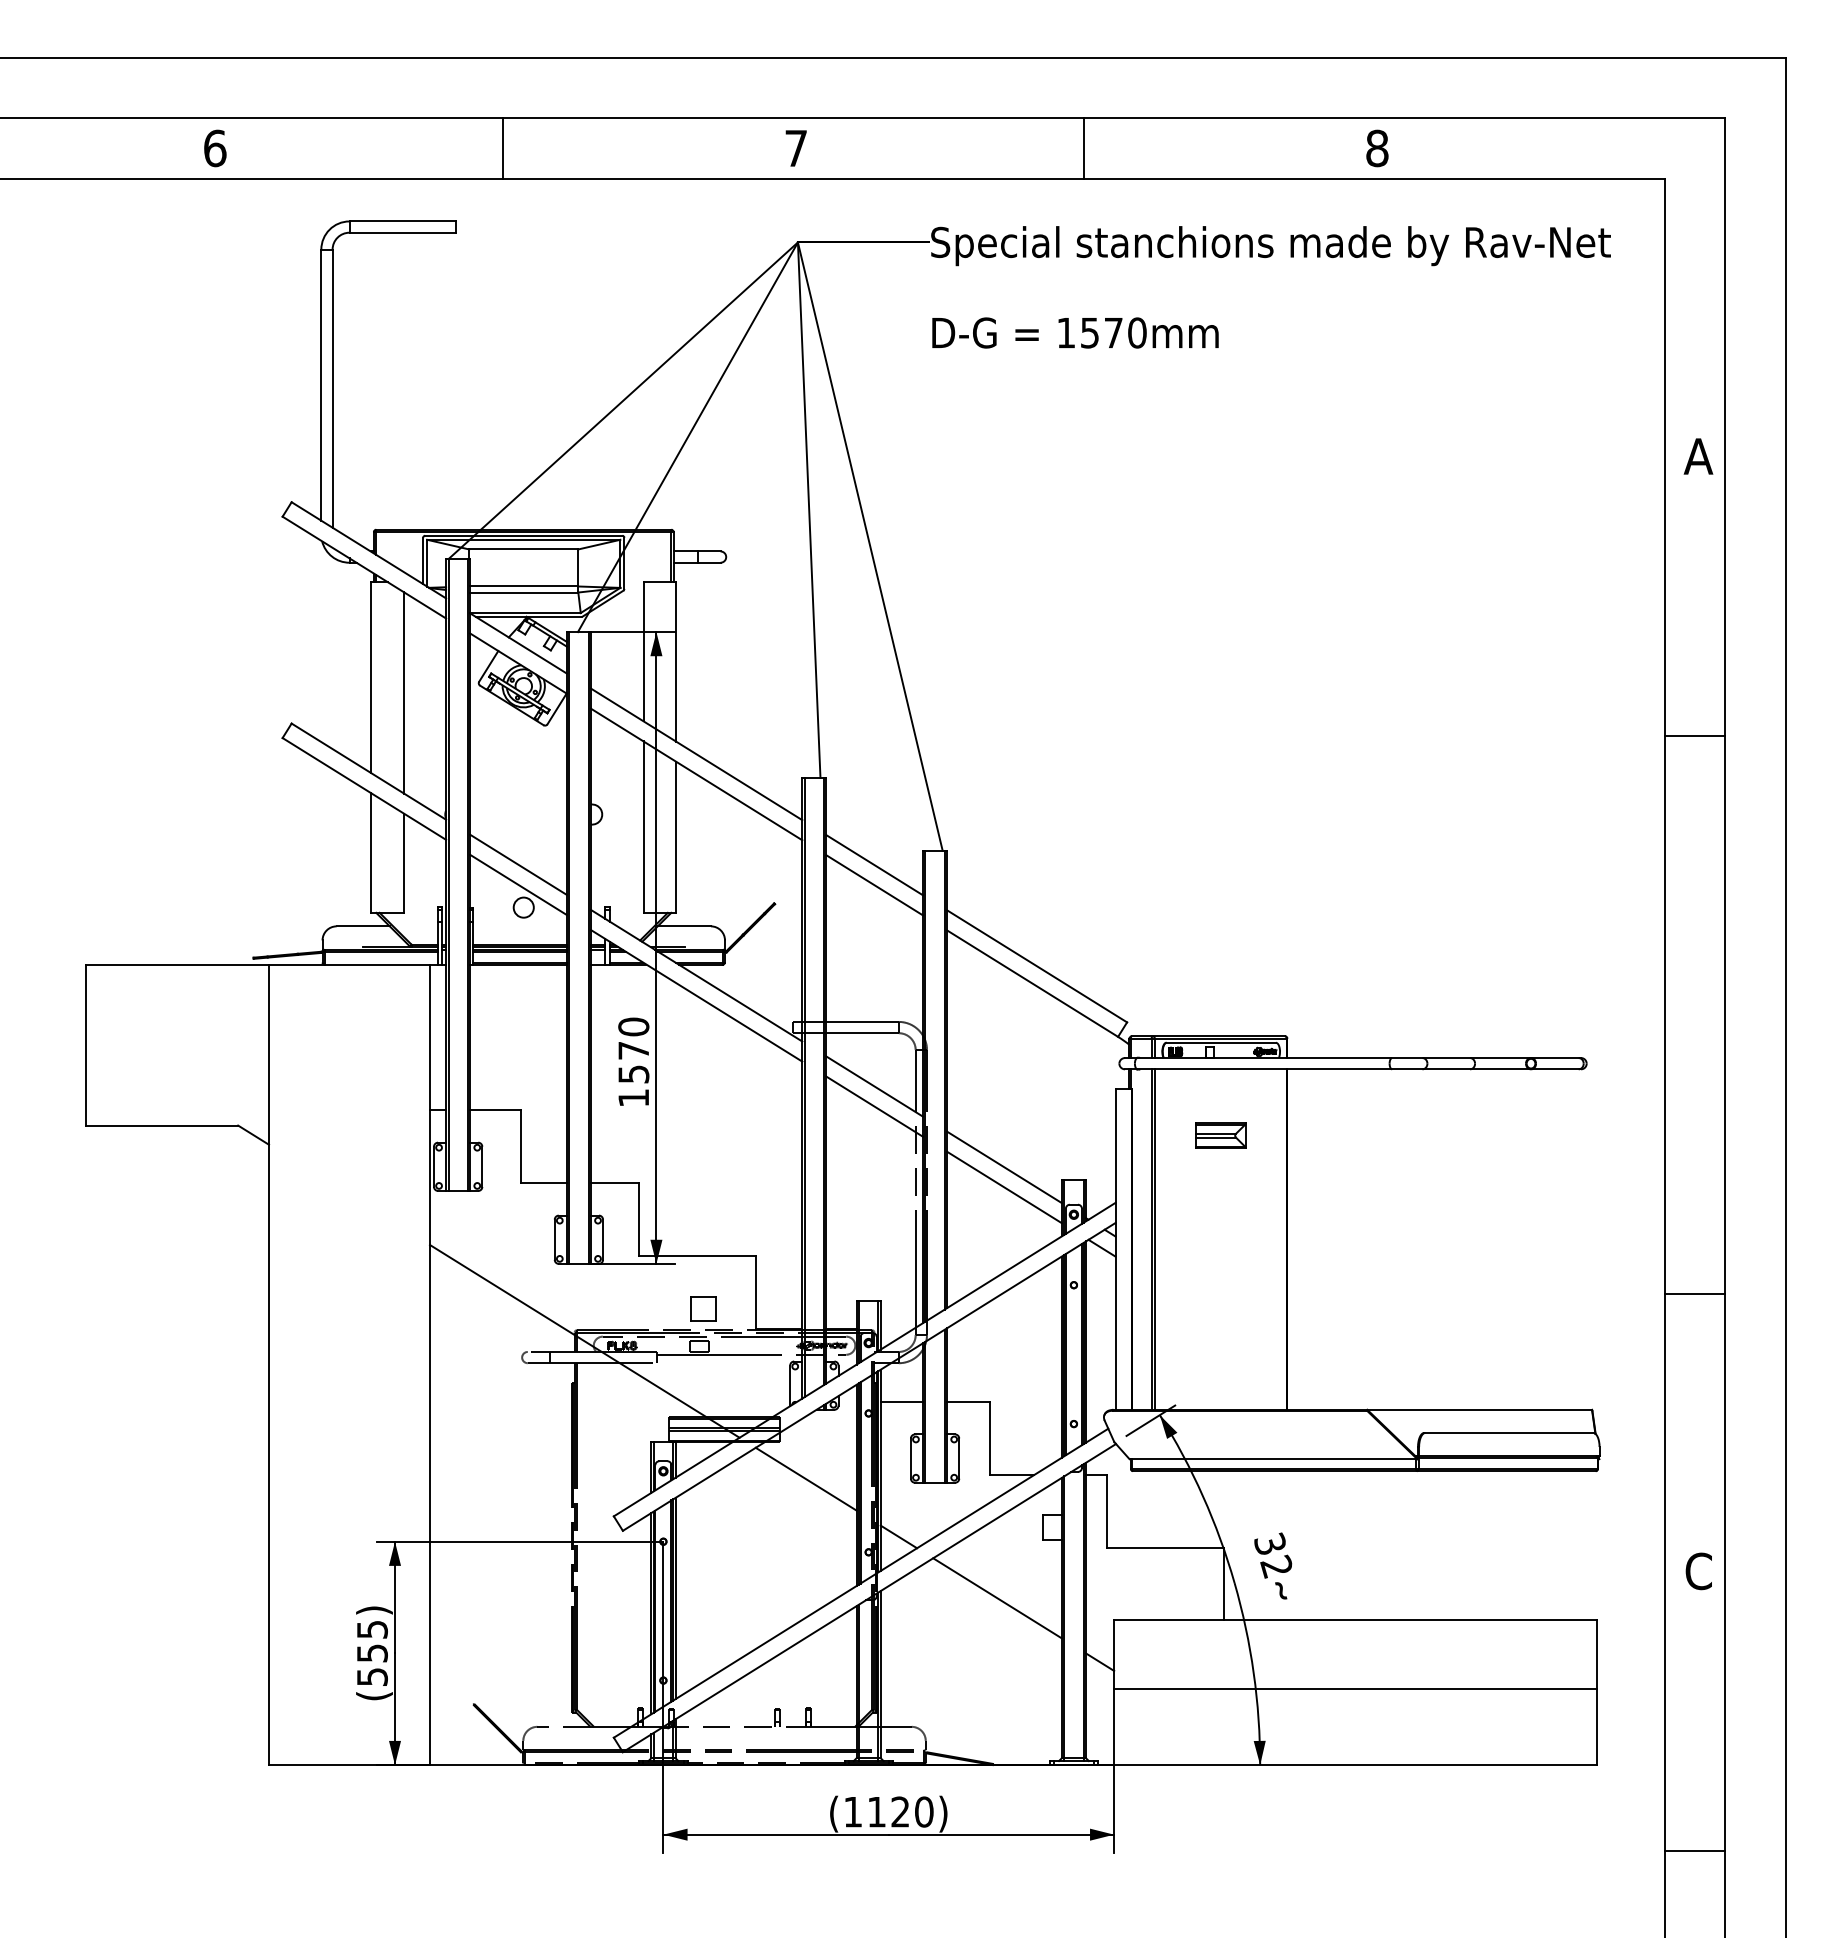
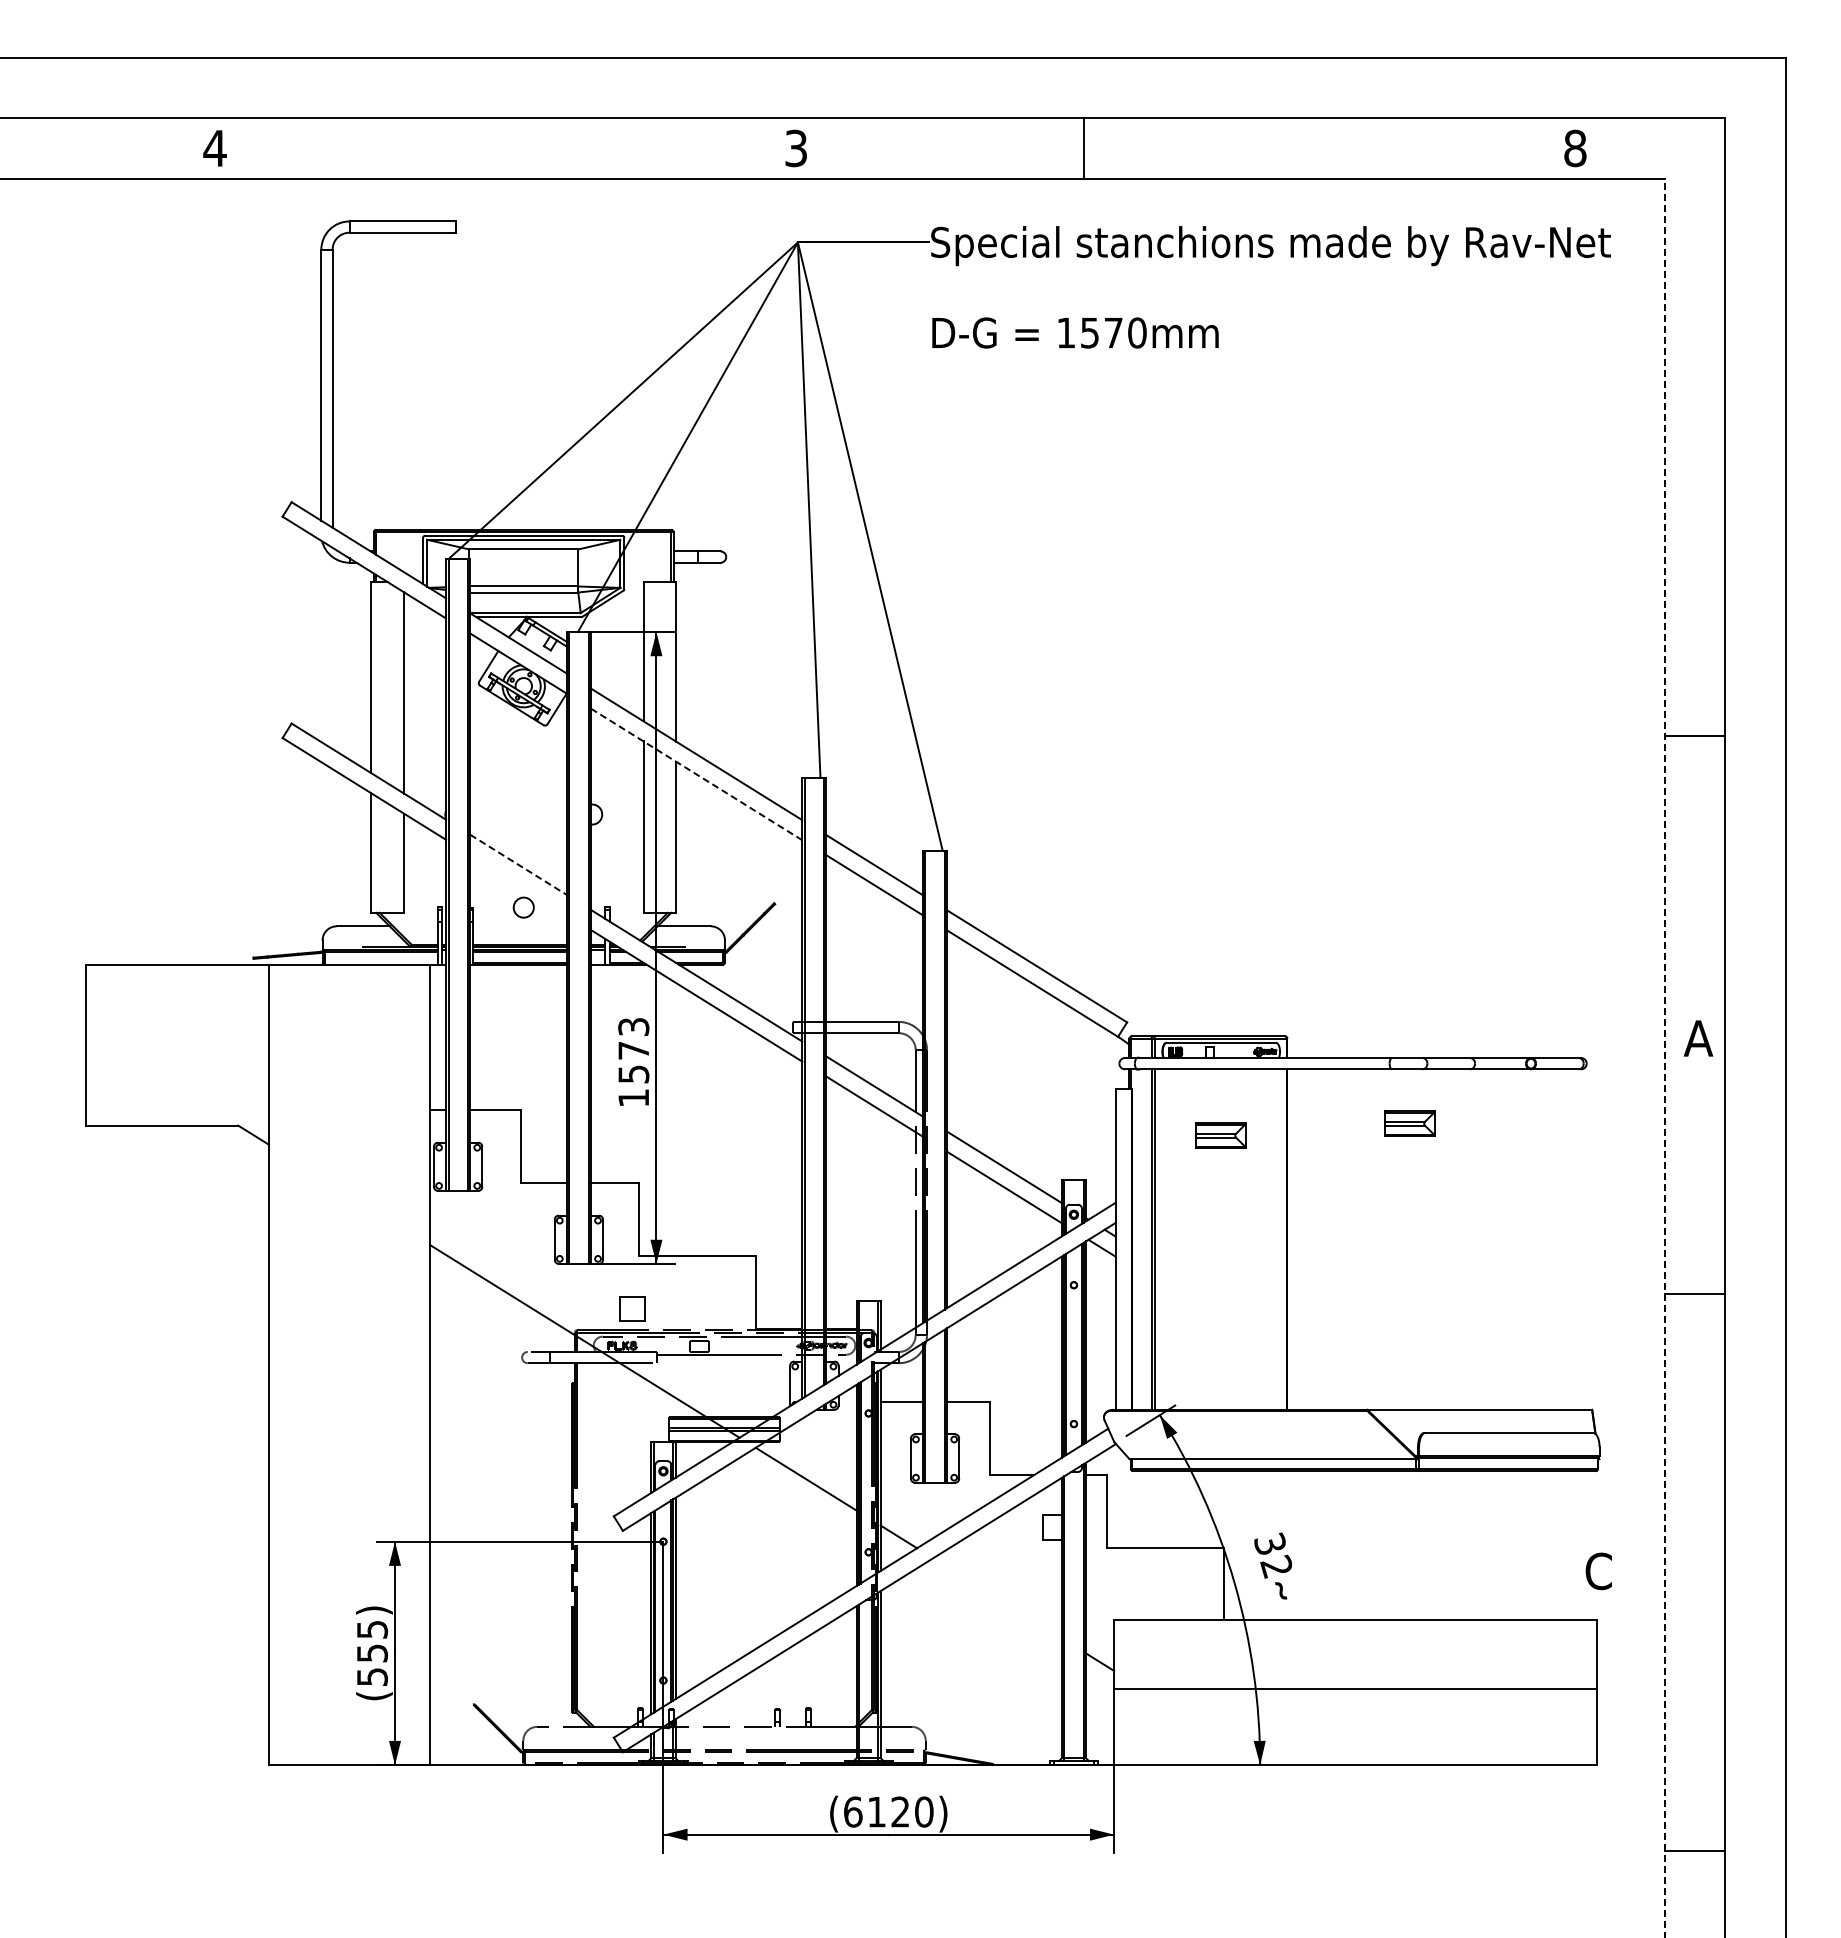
text at (214, 148): 6 -> 4
line at (503, 148): present -> none
text at (795, 148): 7 -> 3
text at (1377, 148) position: (1377, 148) -> (1575, 148)
text at (1698, 456) position: (1698, 456) -> (1698, 1038)
line at (697, 774): solid -> dashed
line at (518, 864): solid -> dashed
line at (518, 884): present -> none
text at (633, 1026): 1570 -> 1573
line at (1664, 1057): solid -> dashed
part at (1409, 1123): none -> present
part at (703, 1308) position: (703, 1308) -> (632, 1308)
text at (1698, 1571) position: (1698, 1571) -> (1598, 1571)
line at (997, 1598): present -> none
text at (853, 1811): (1120) -> (6120)
